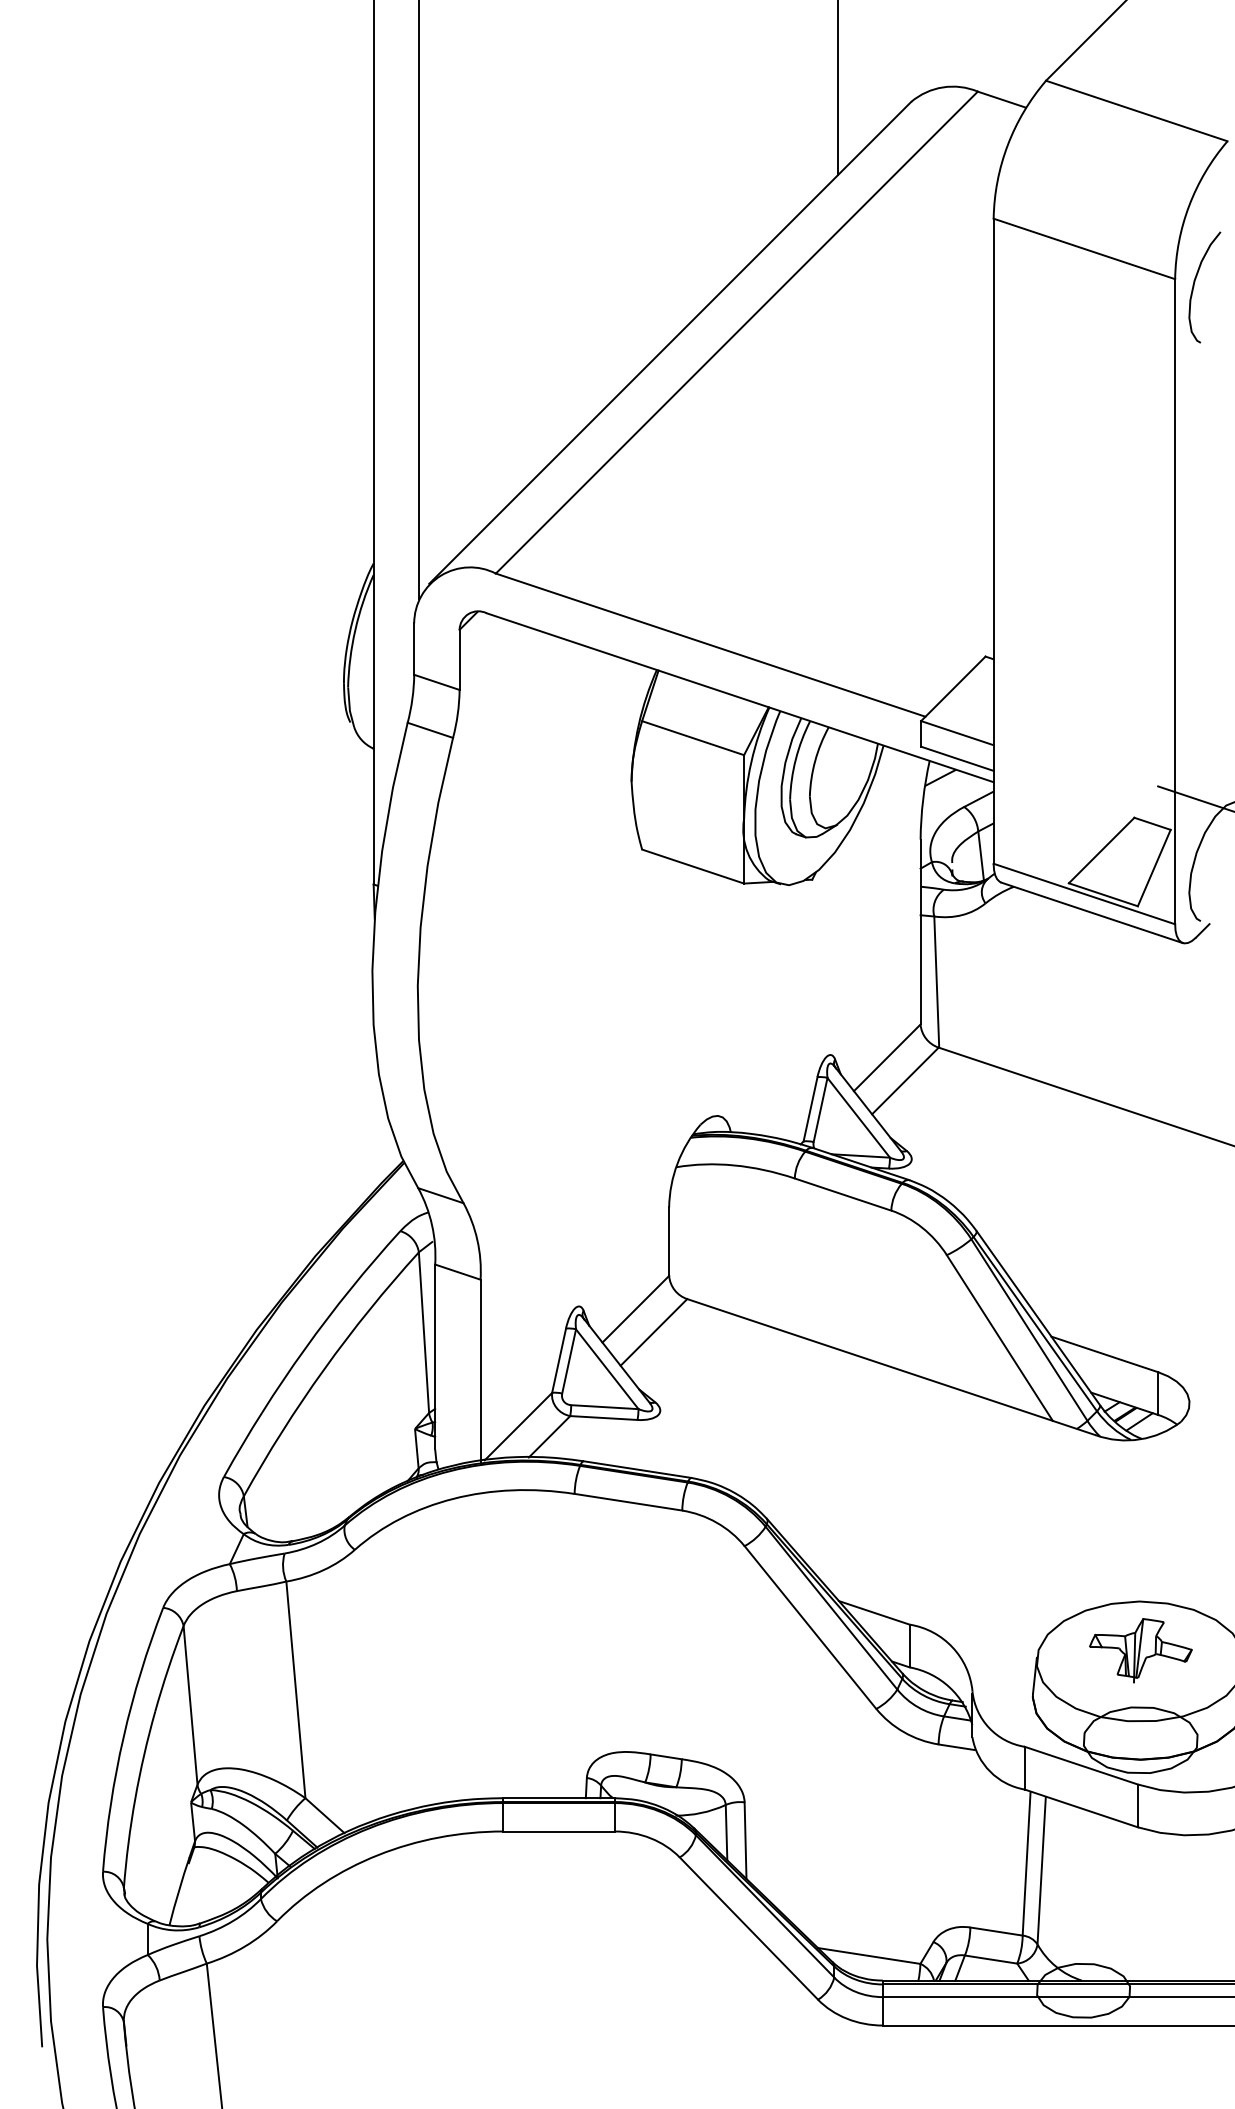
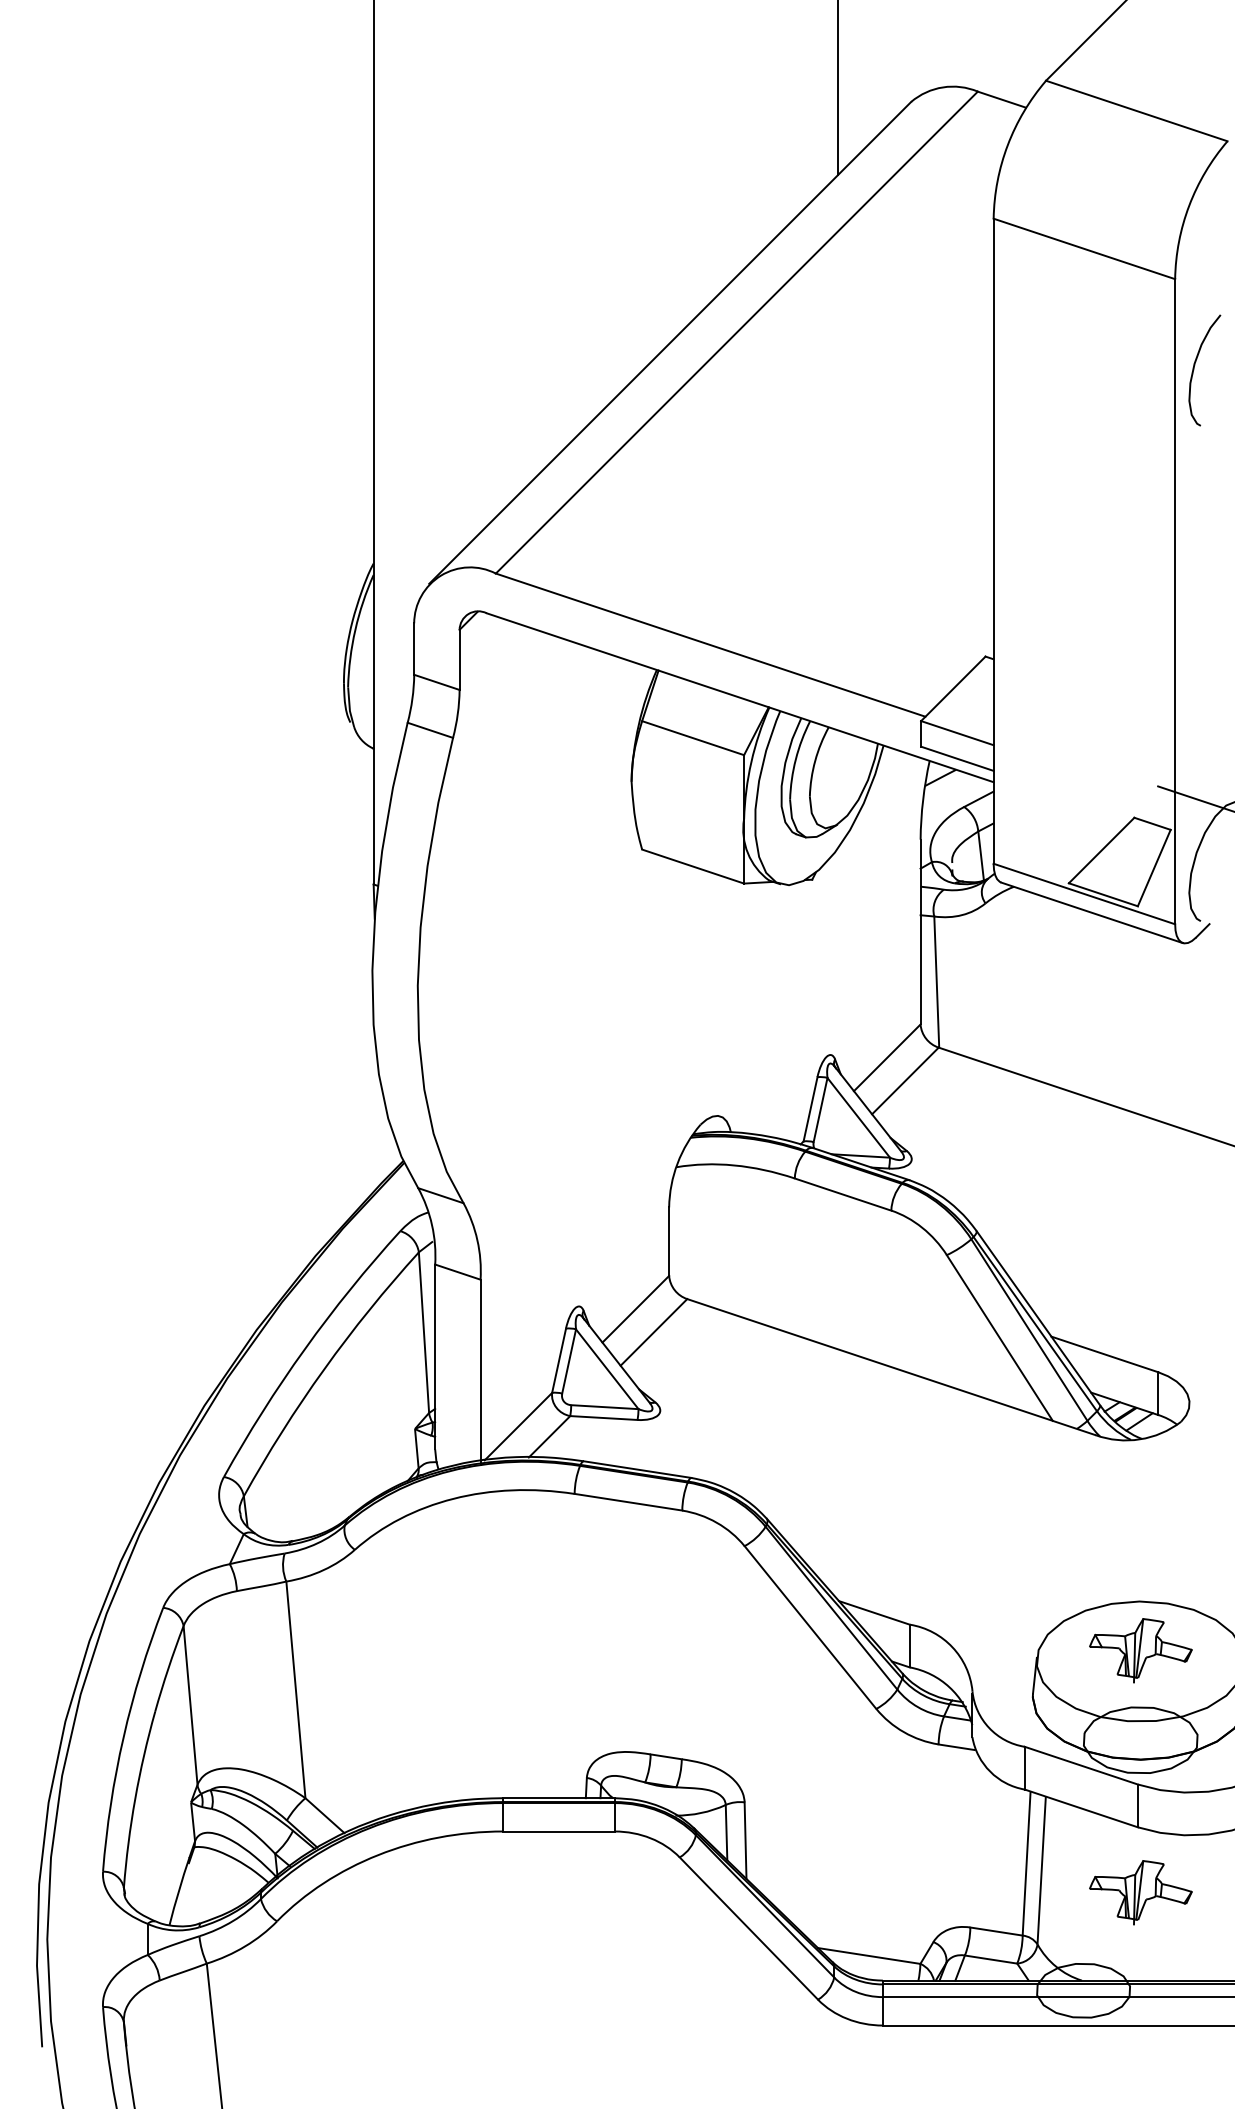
curve at (1194, 287) position: (1194, 287) -> (1194, 370)
line at (419, 300): present -> none
part at (1140, 1892): none -> present
